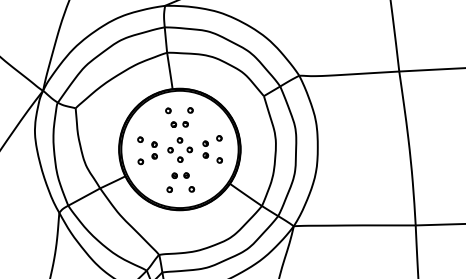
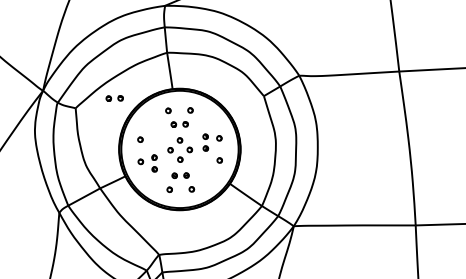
part at (114, 98): none -> present
part at (205, 149) position: (205, 149) -> (205, 142)
part at (154, 150) position: (154, 150) -> (154, 163)
